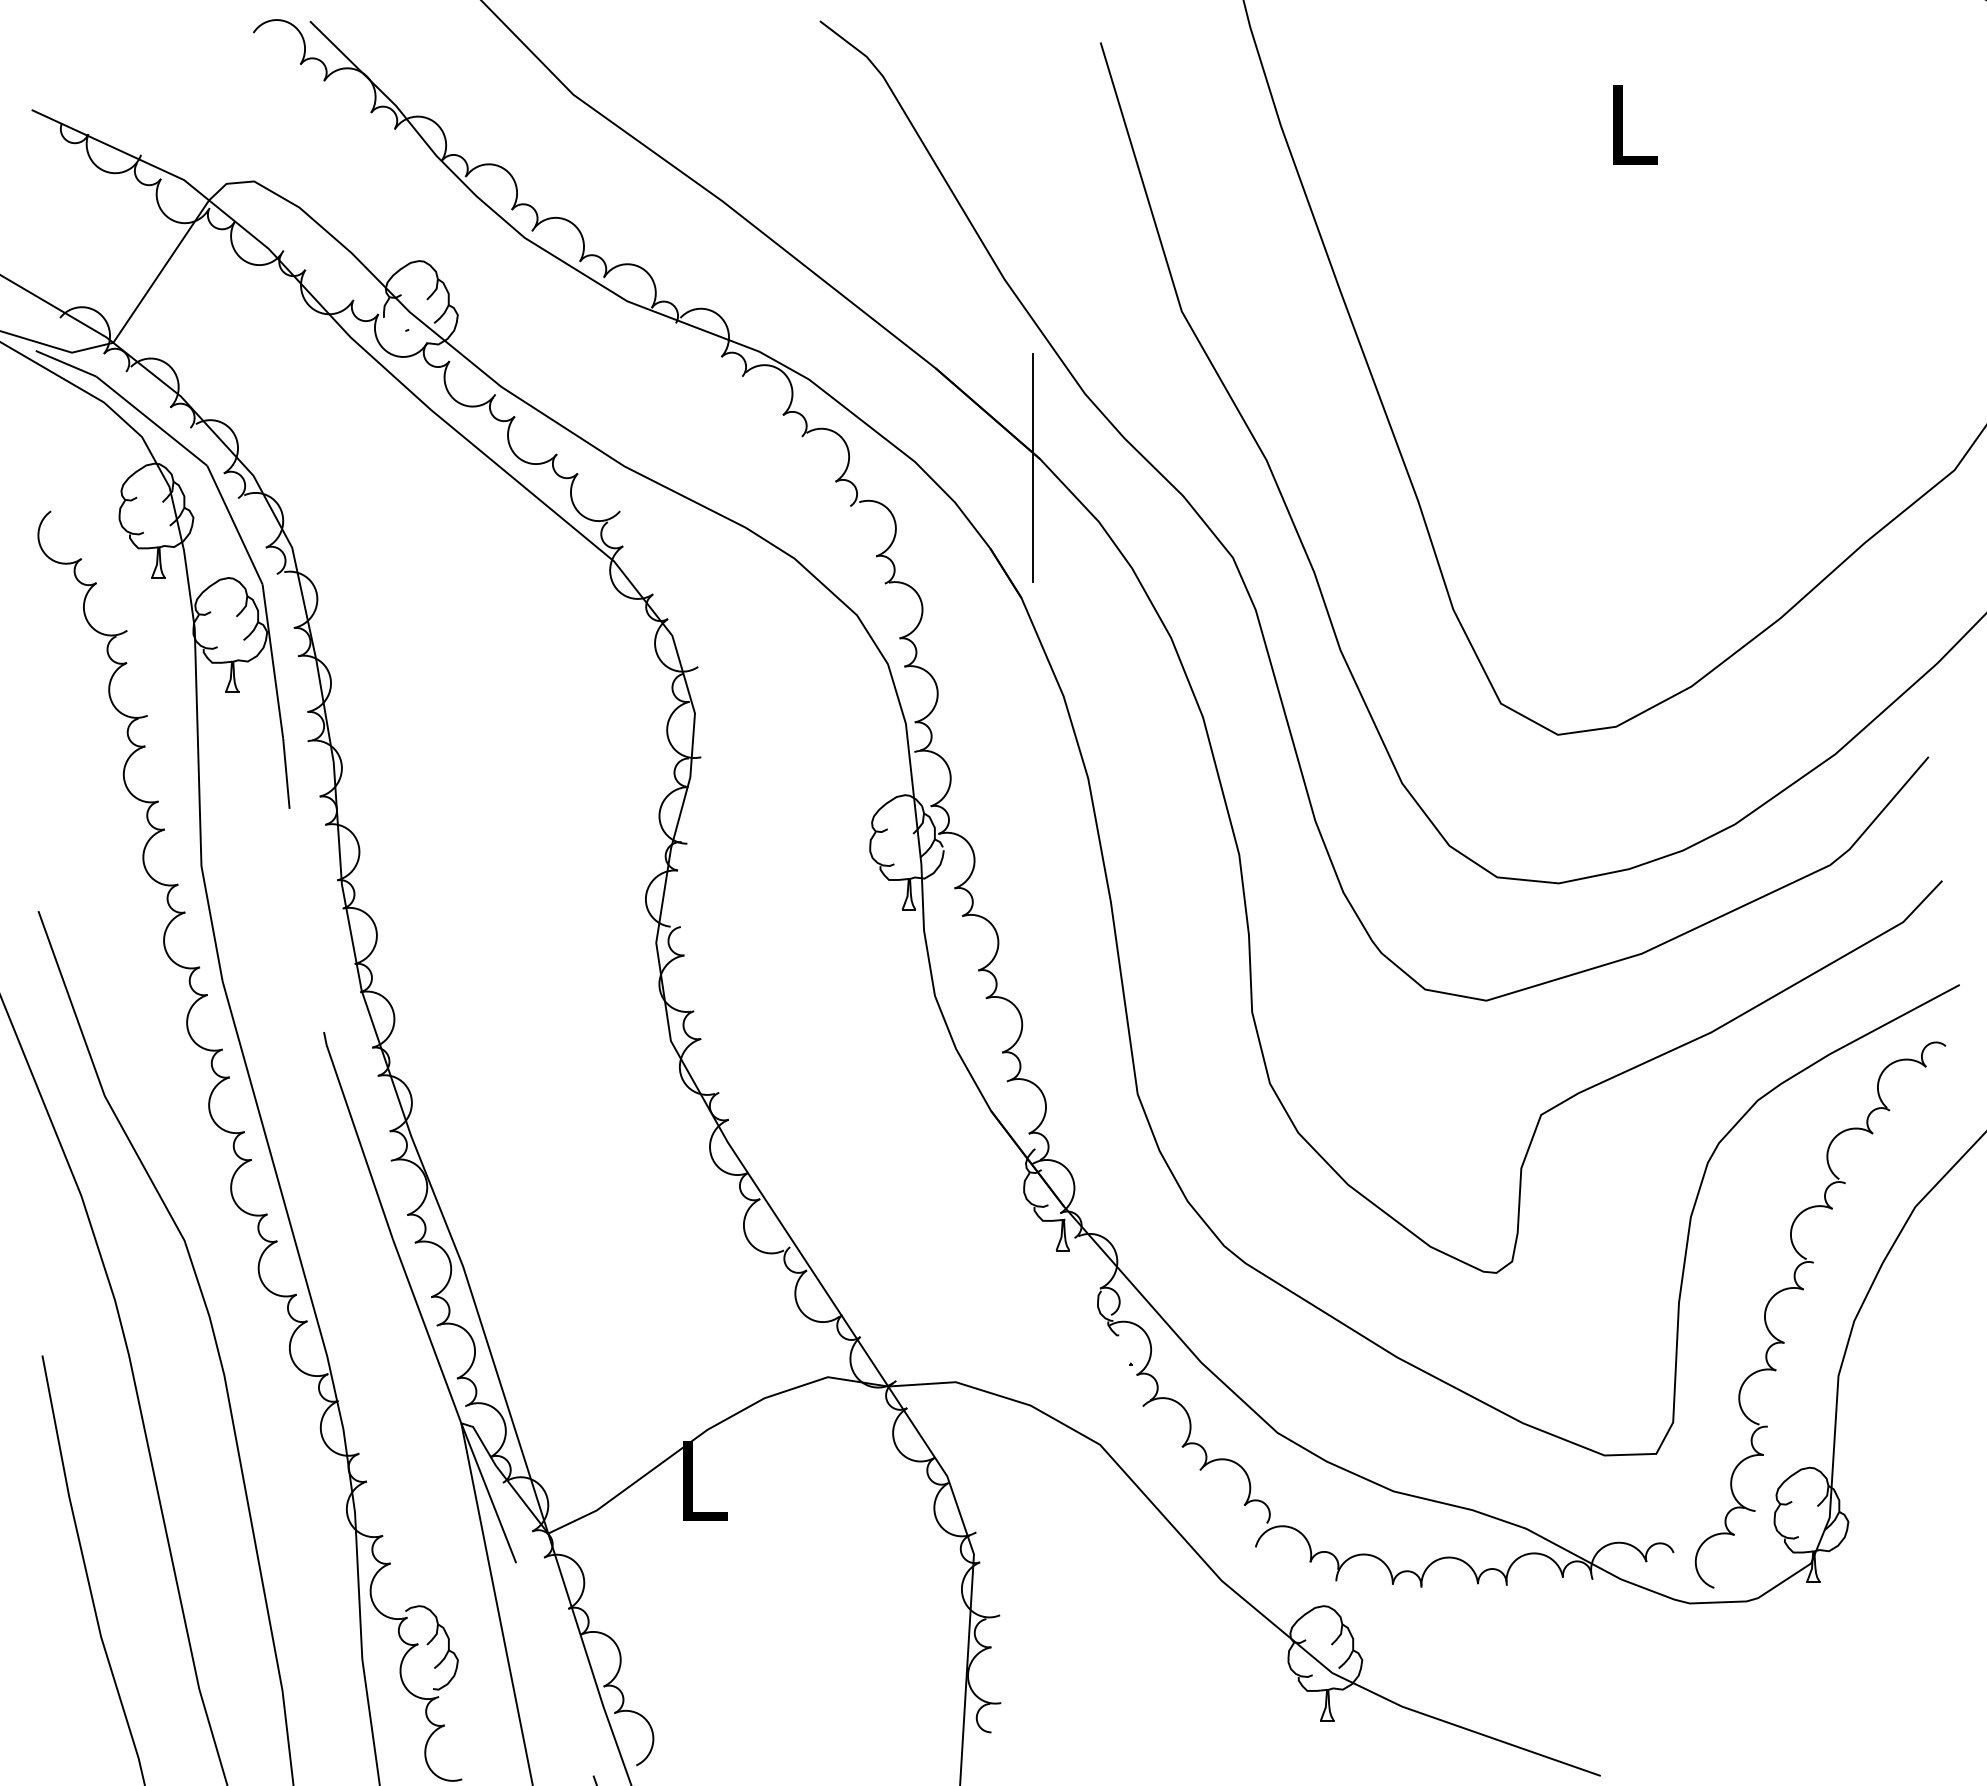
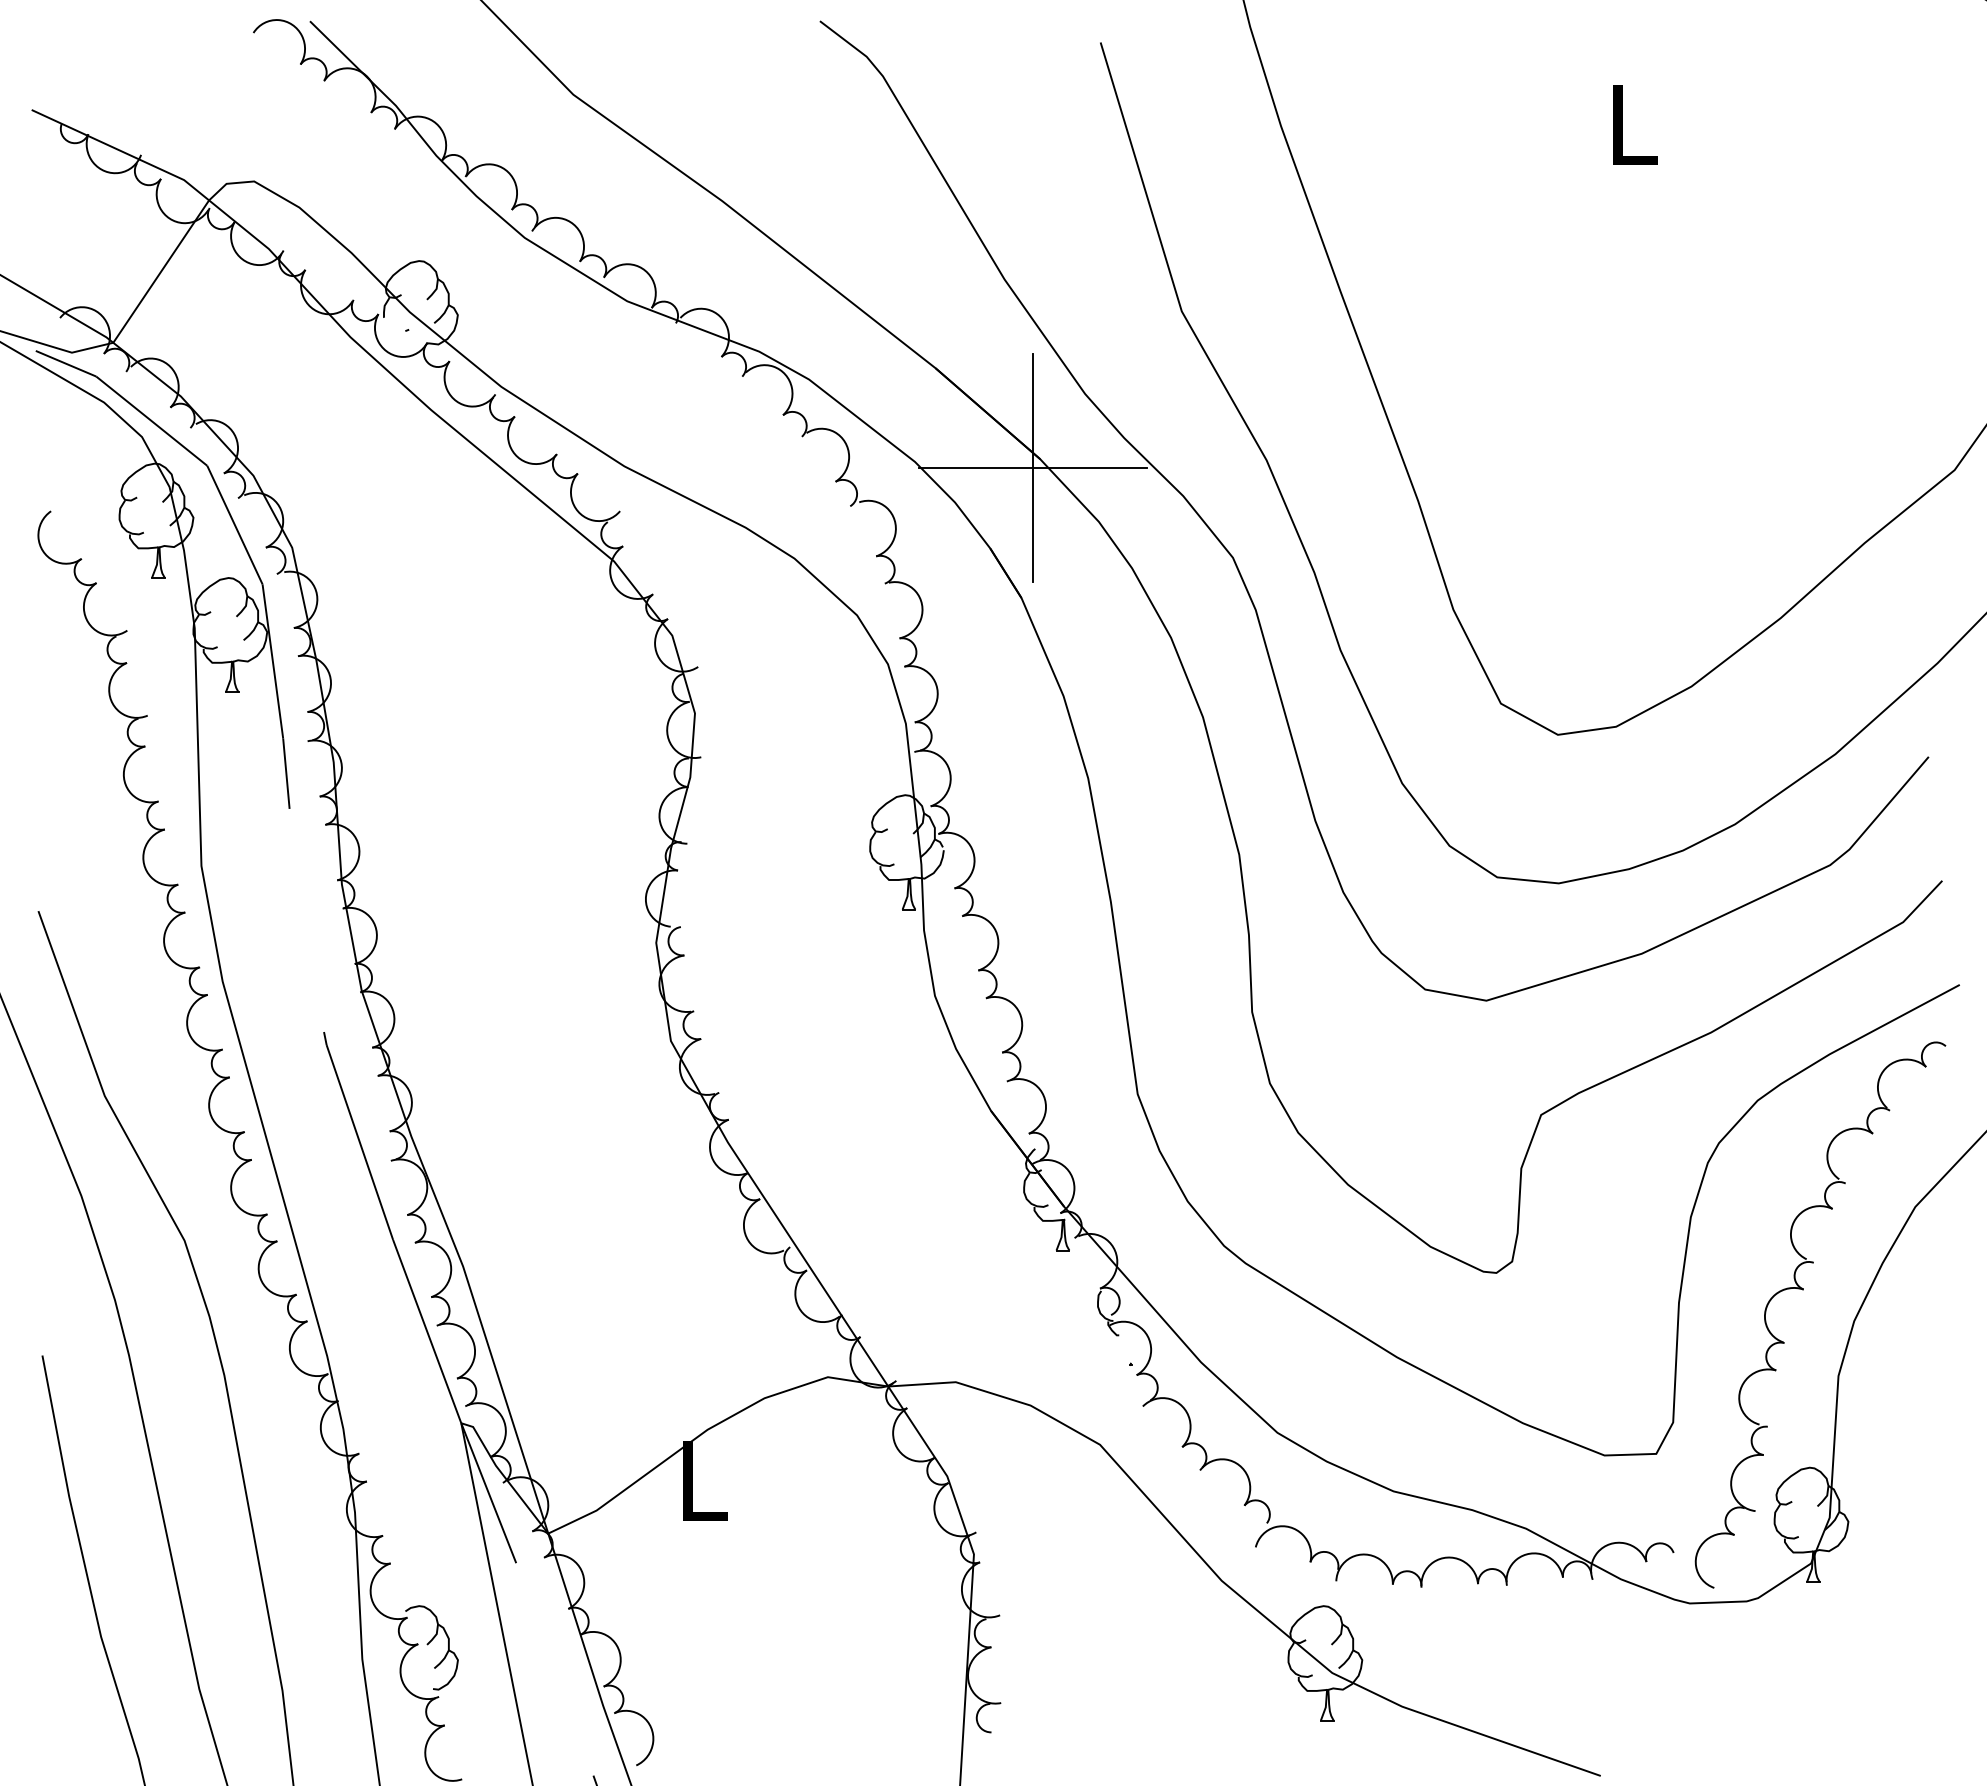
line at (1032, 467): none -> present
